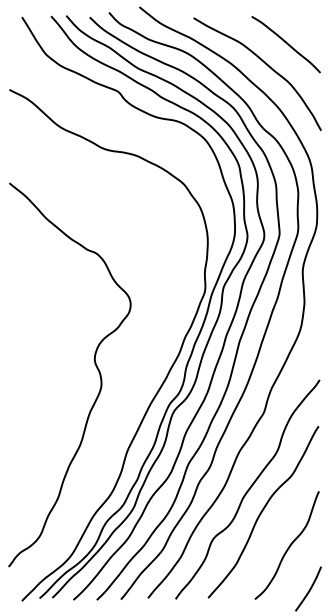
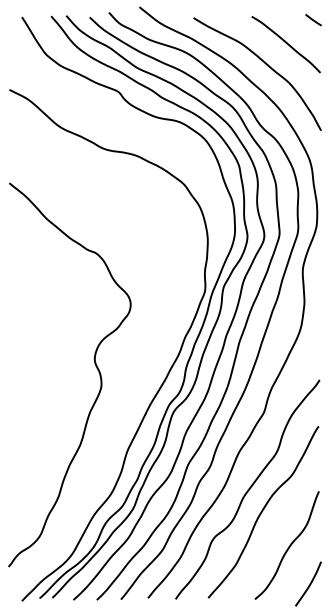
line at (313, 20): none -> present
curve at (309, 588) position: (309, 588) -> (309, 583)
